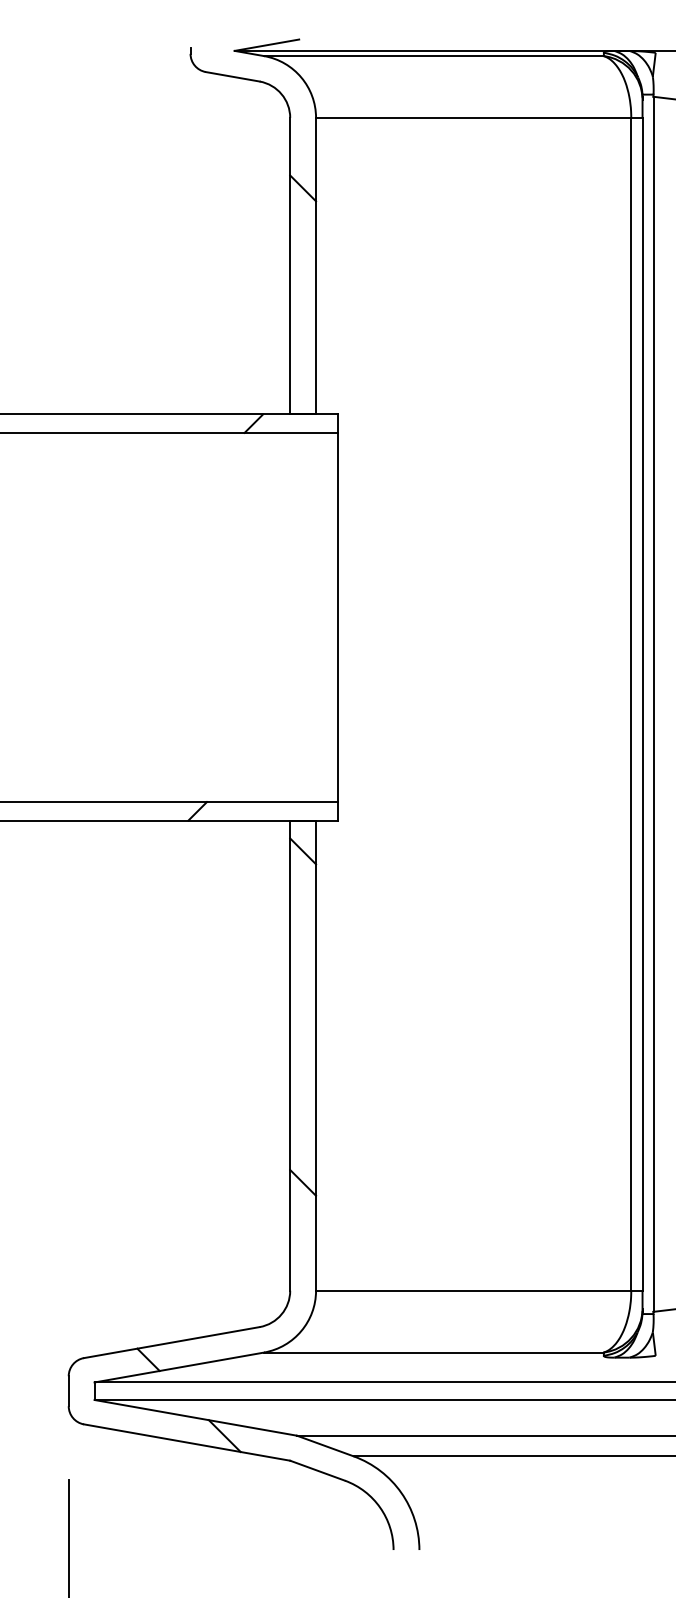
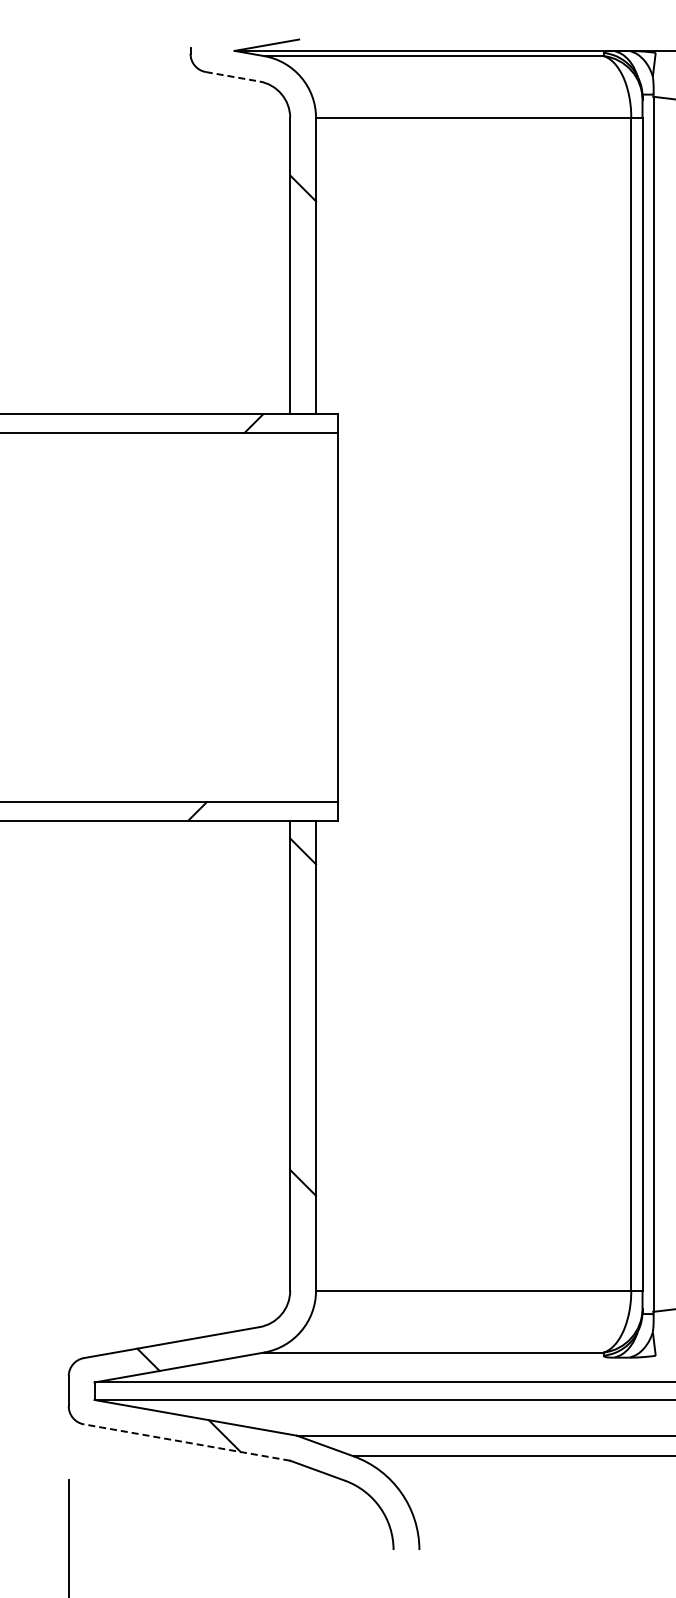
line at (233, 76): solid -> dashed
line at (187, 1442): solid -> dashed
